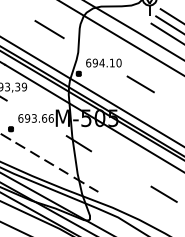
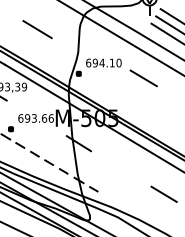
line at (49, 29) position: (49, 29) -> (37, 29)
line at (140, 84) position: (140, 84) -> (143, 78)
line at (91, 91): present -> none
